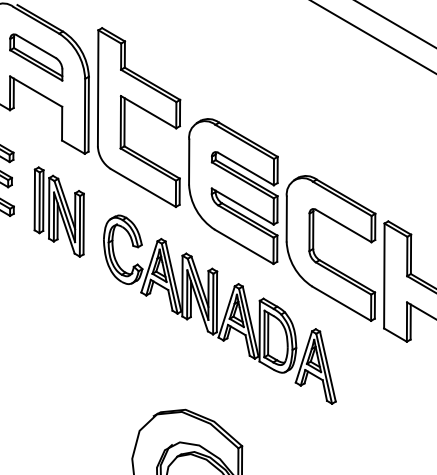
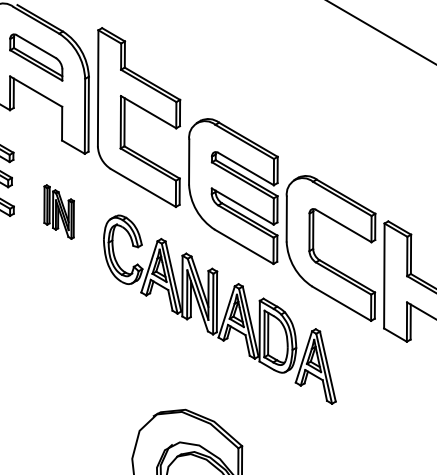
line at (395, 24): present -> none
line at (373, 37) position: (373, 37) -> (381, 32)
part at (58, 211) size: 52x92 px -> 32x56 px
